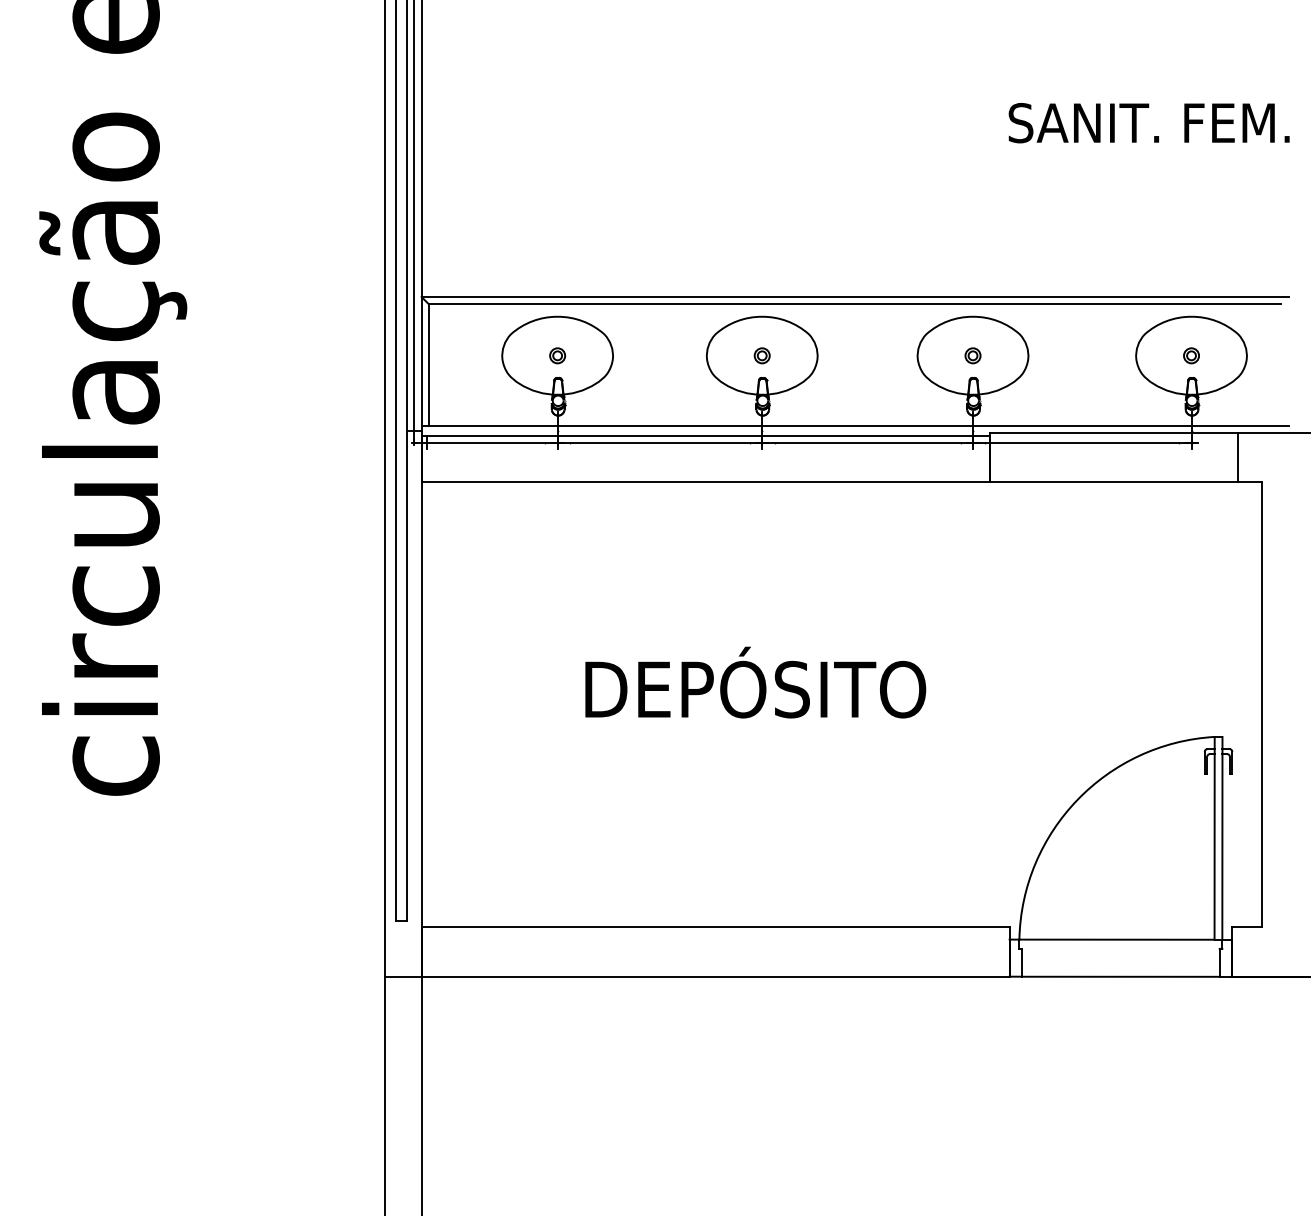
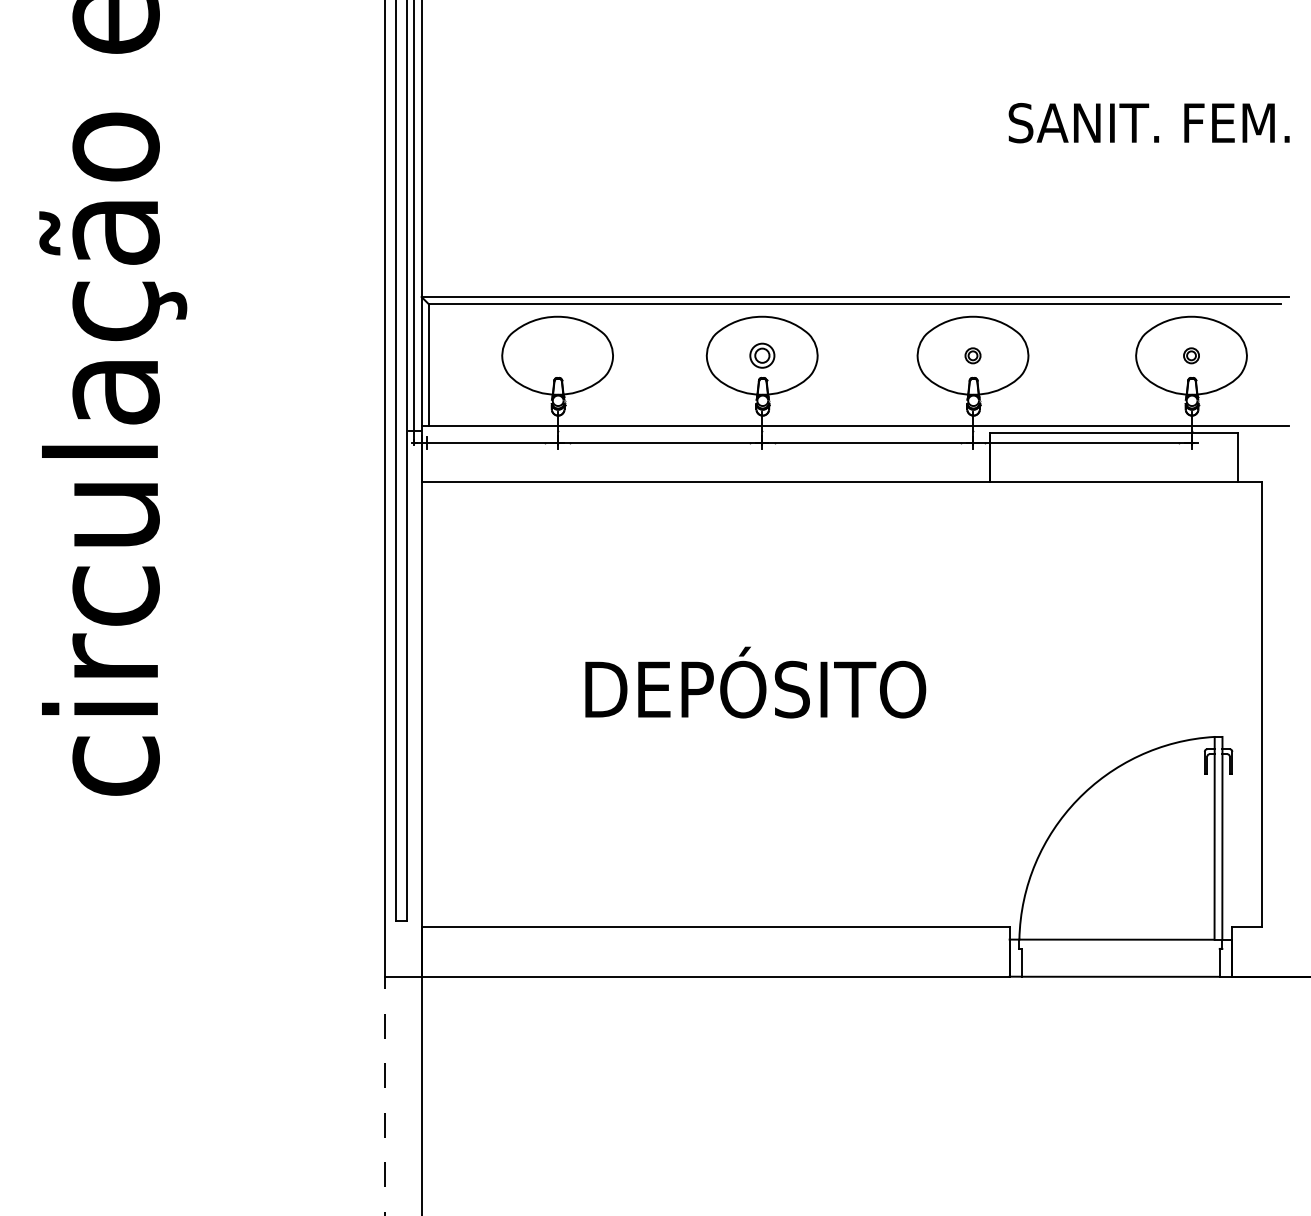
part at (557, 355): present -> none
part at (761, 355) size: 18x18 px -> 27x27 px
line at (1272, 432): present -> none
line at (705, 435): present -> none
line at (384, 1095): solid -> dashed
